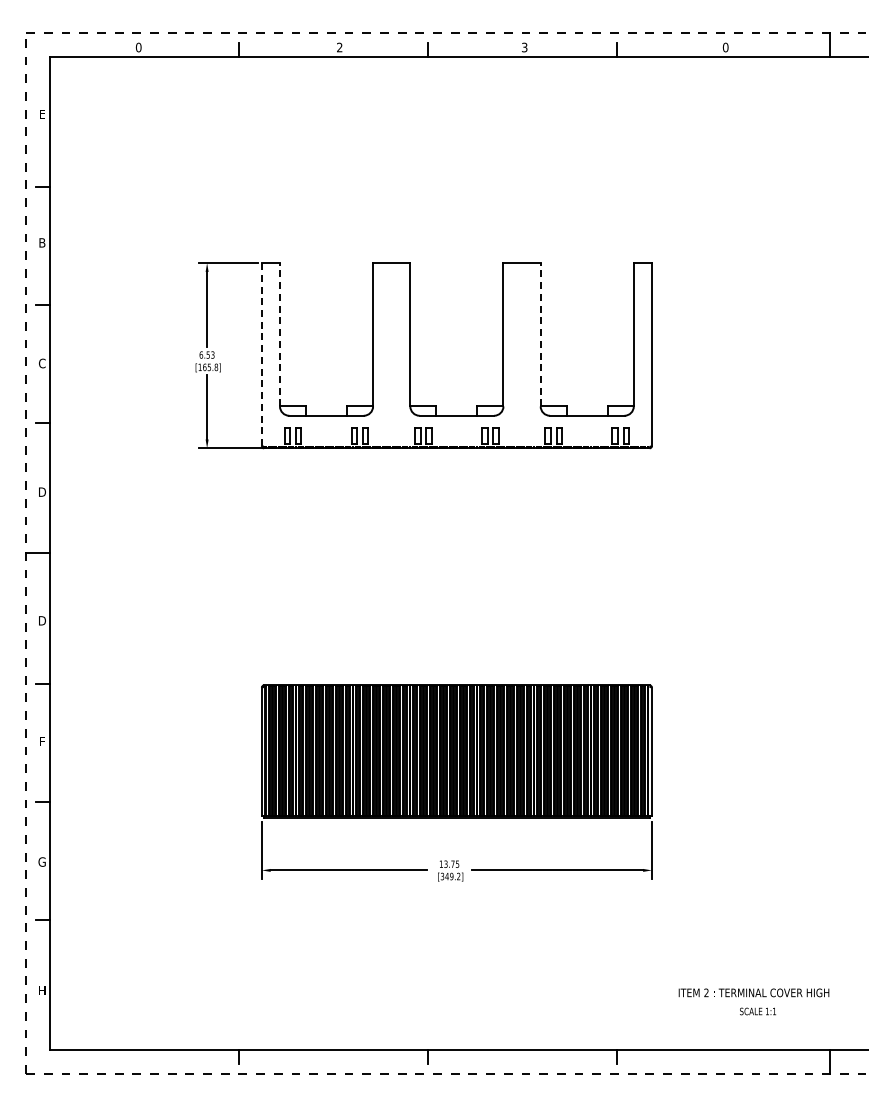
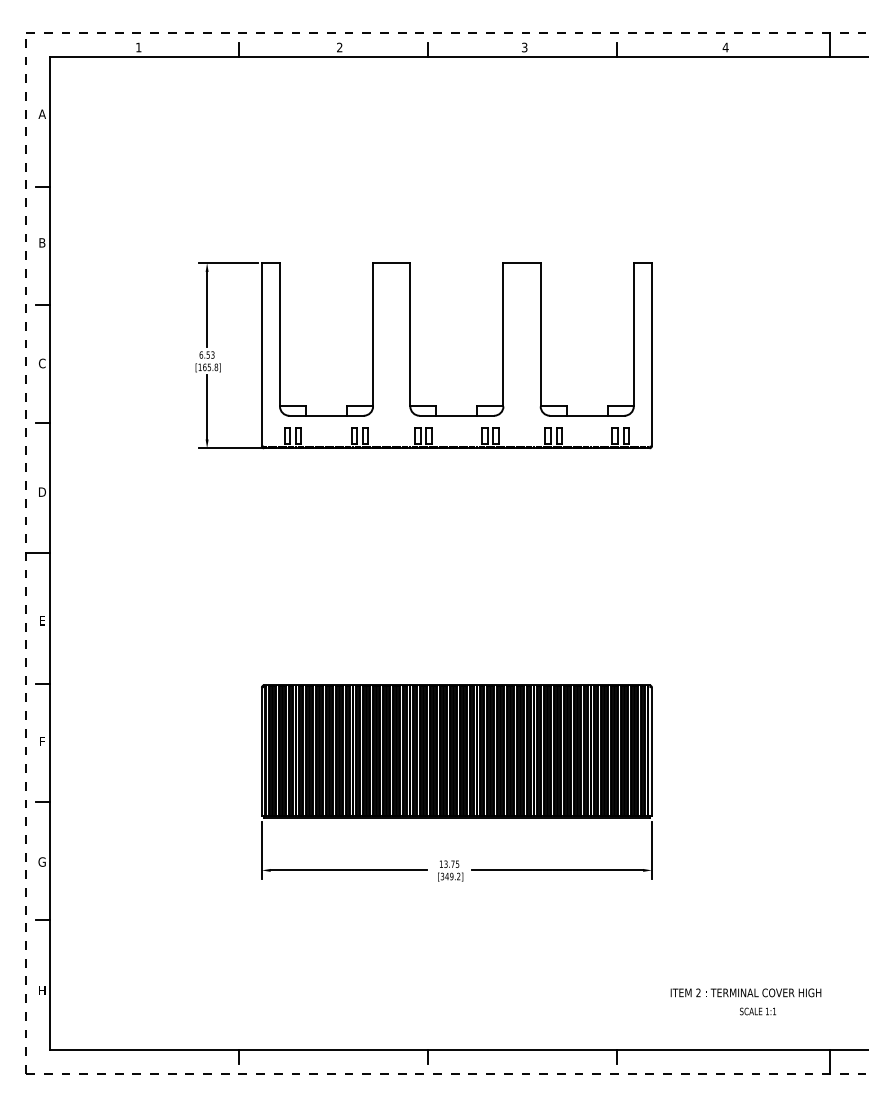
text at (138, 47): 0 -> 1
text at (725, 47): 0 -> 4
text at (41, 113): E -> A
line at (279, 334): dashed -> solid
line at (540, 334): dashed -> solid
line at (261, 354): dashed -> solid
text at (42, 620): D -> E
text at (753, 992) position: (753, 992) -> (745, 992)
